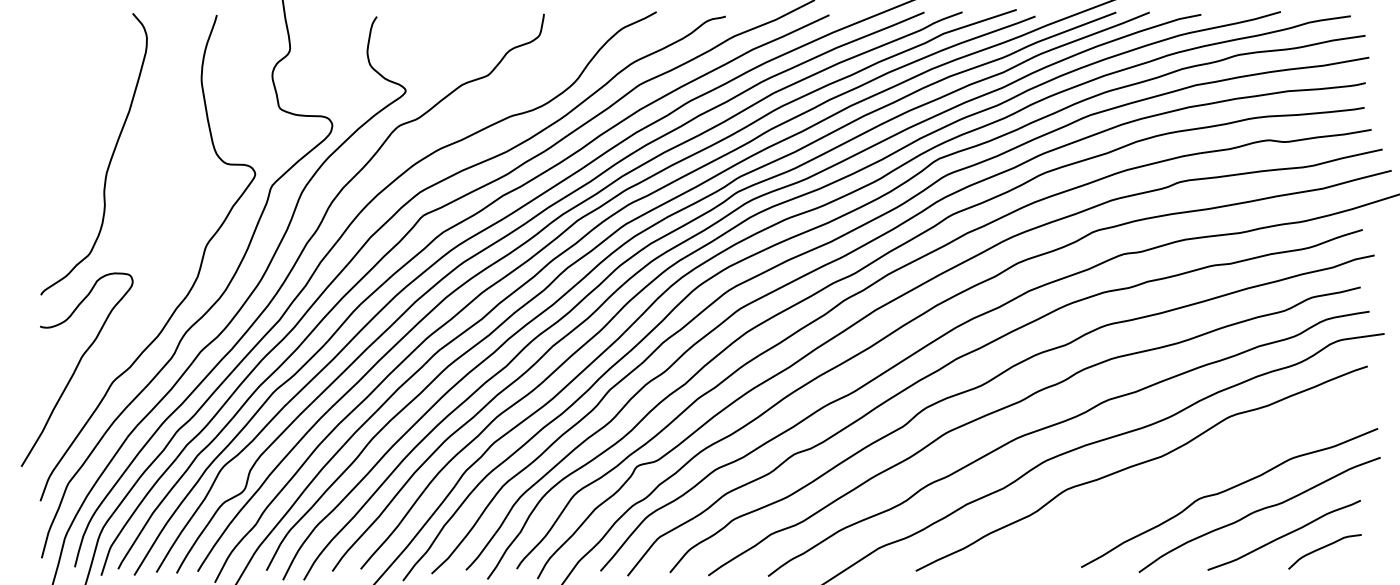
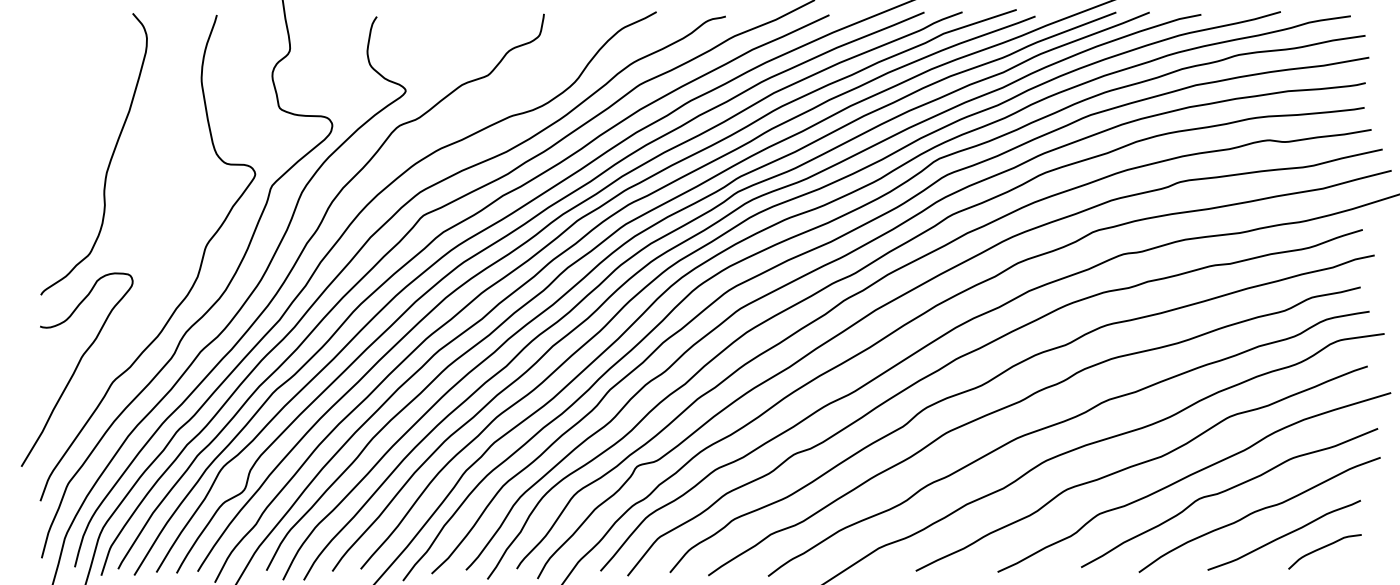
curve at (1190, 476): none -> present
